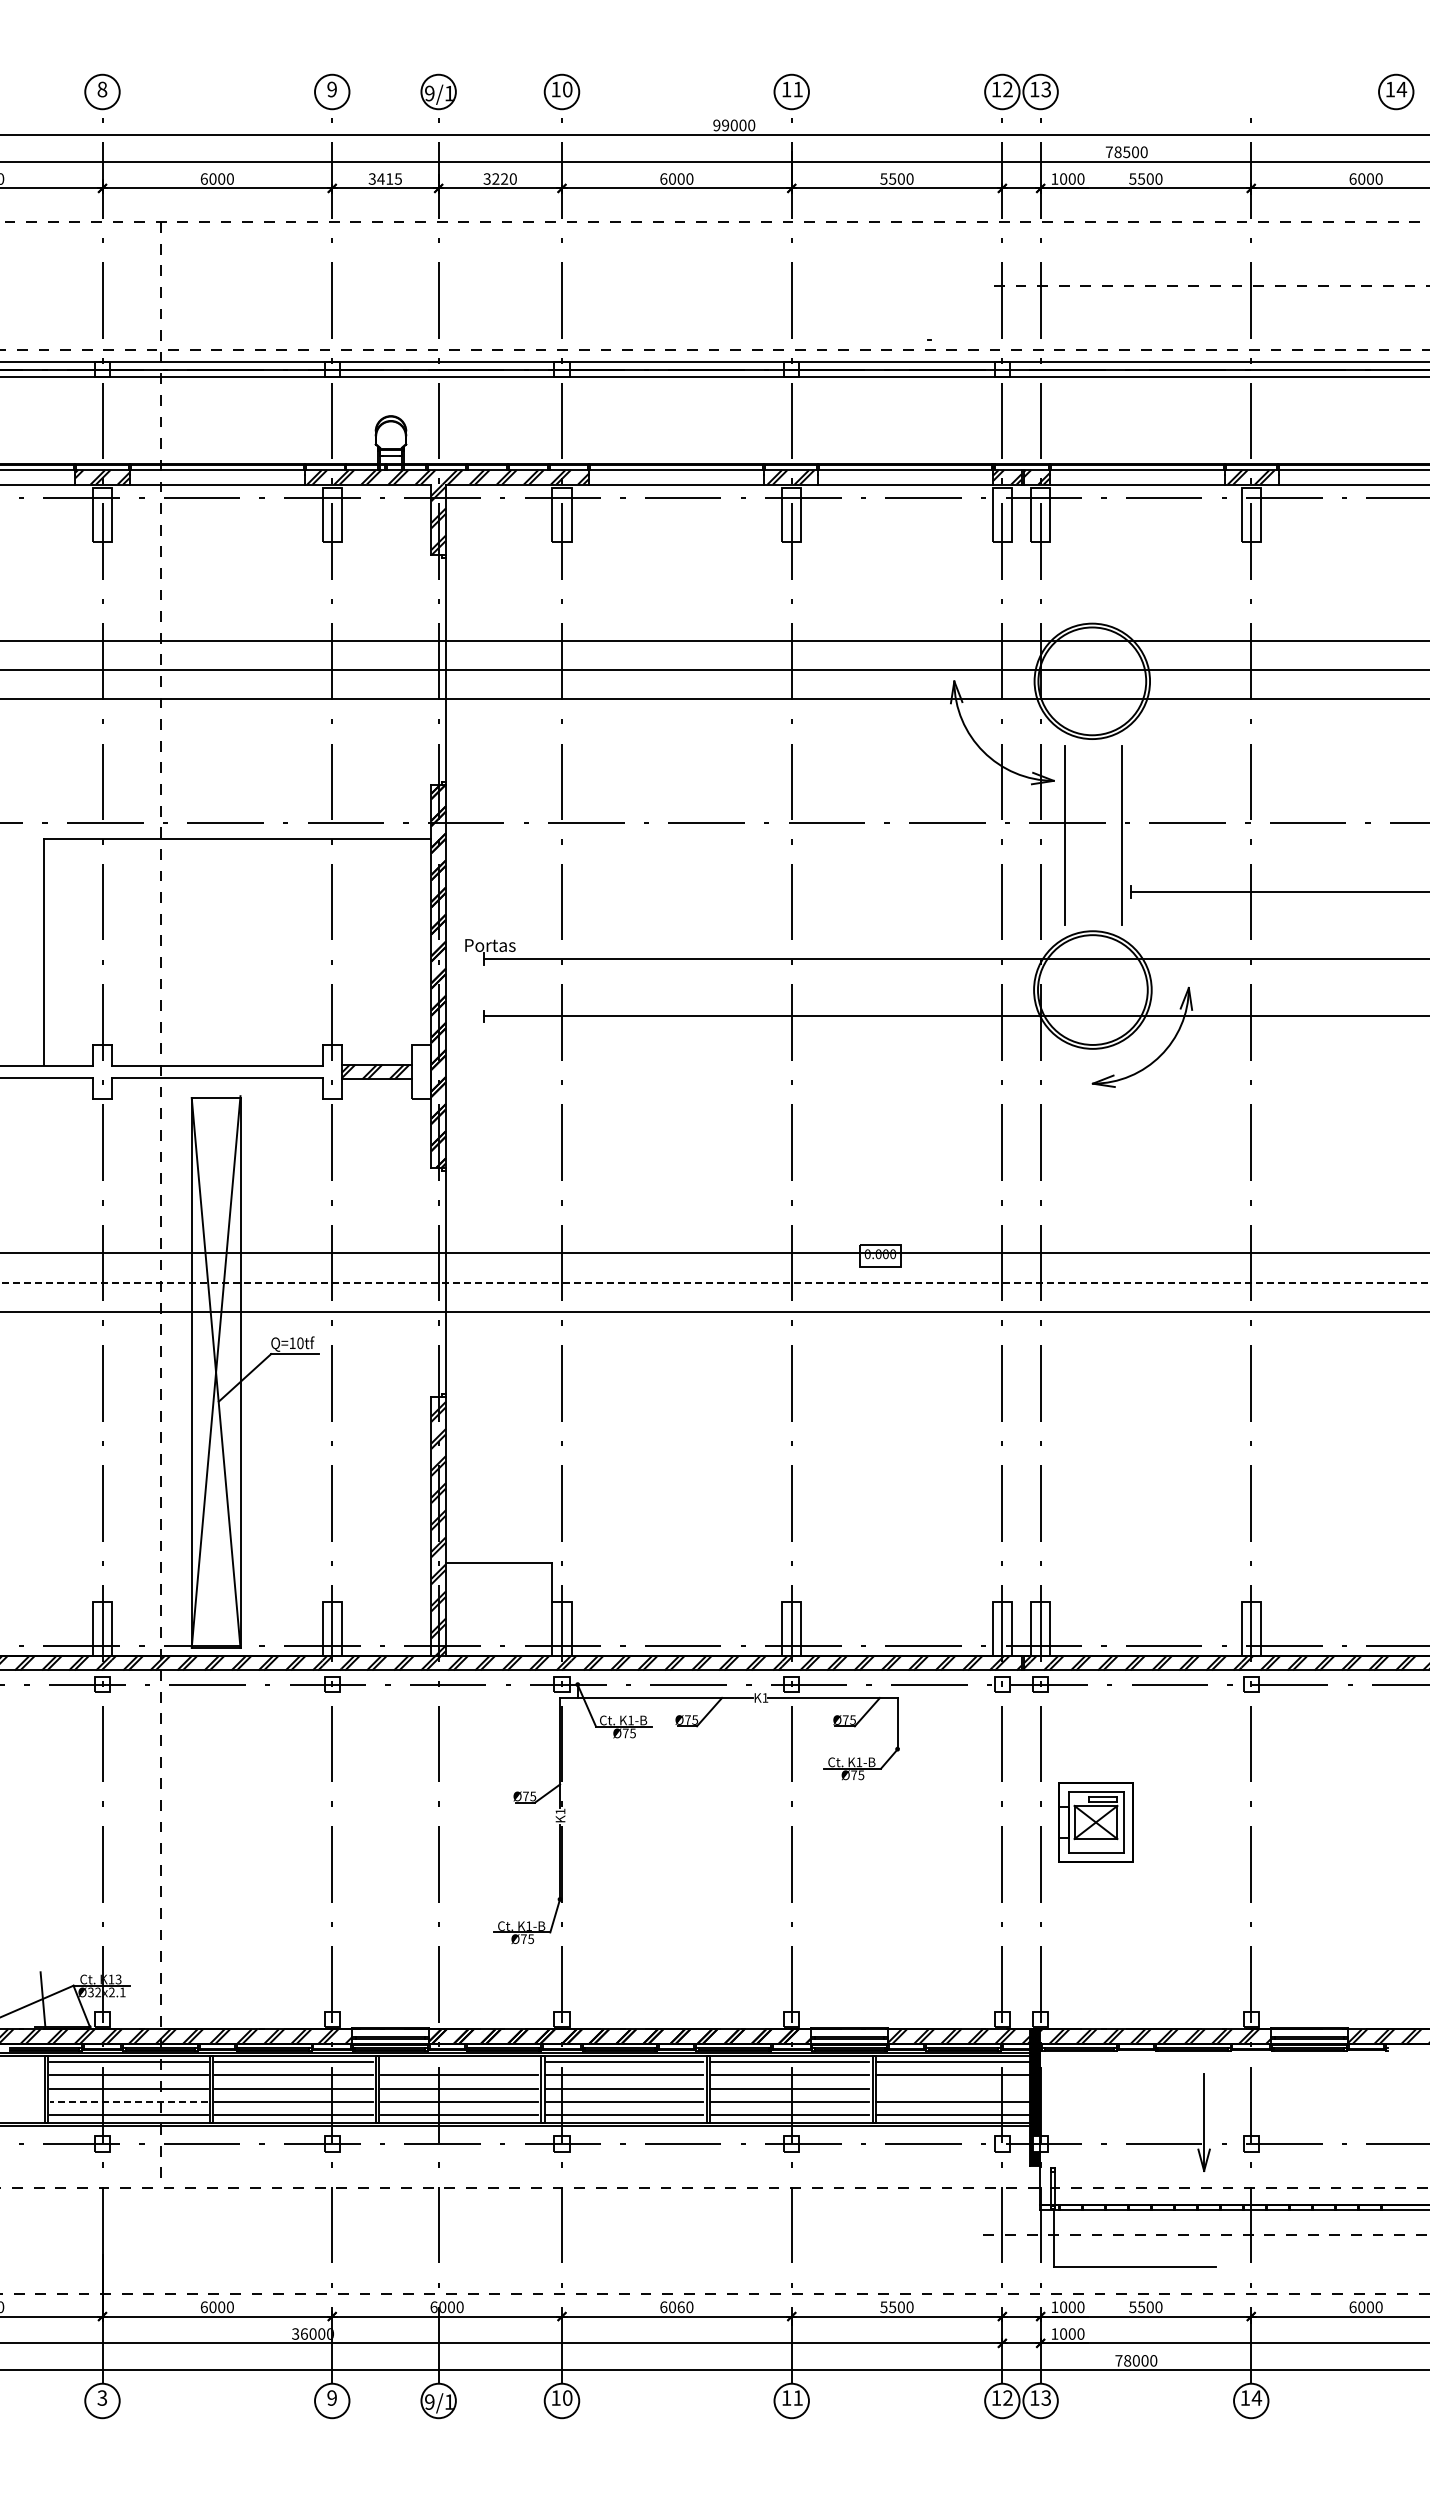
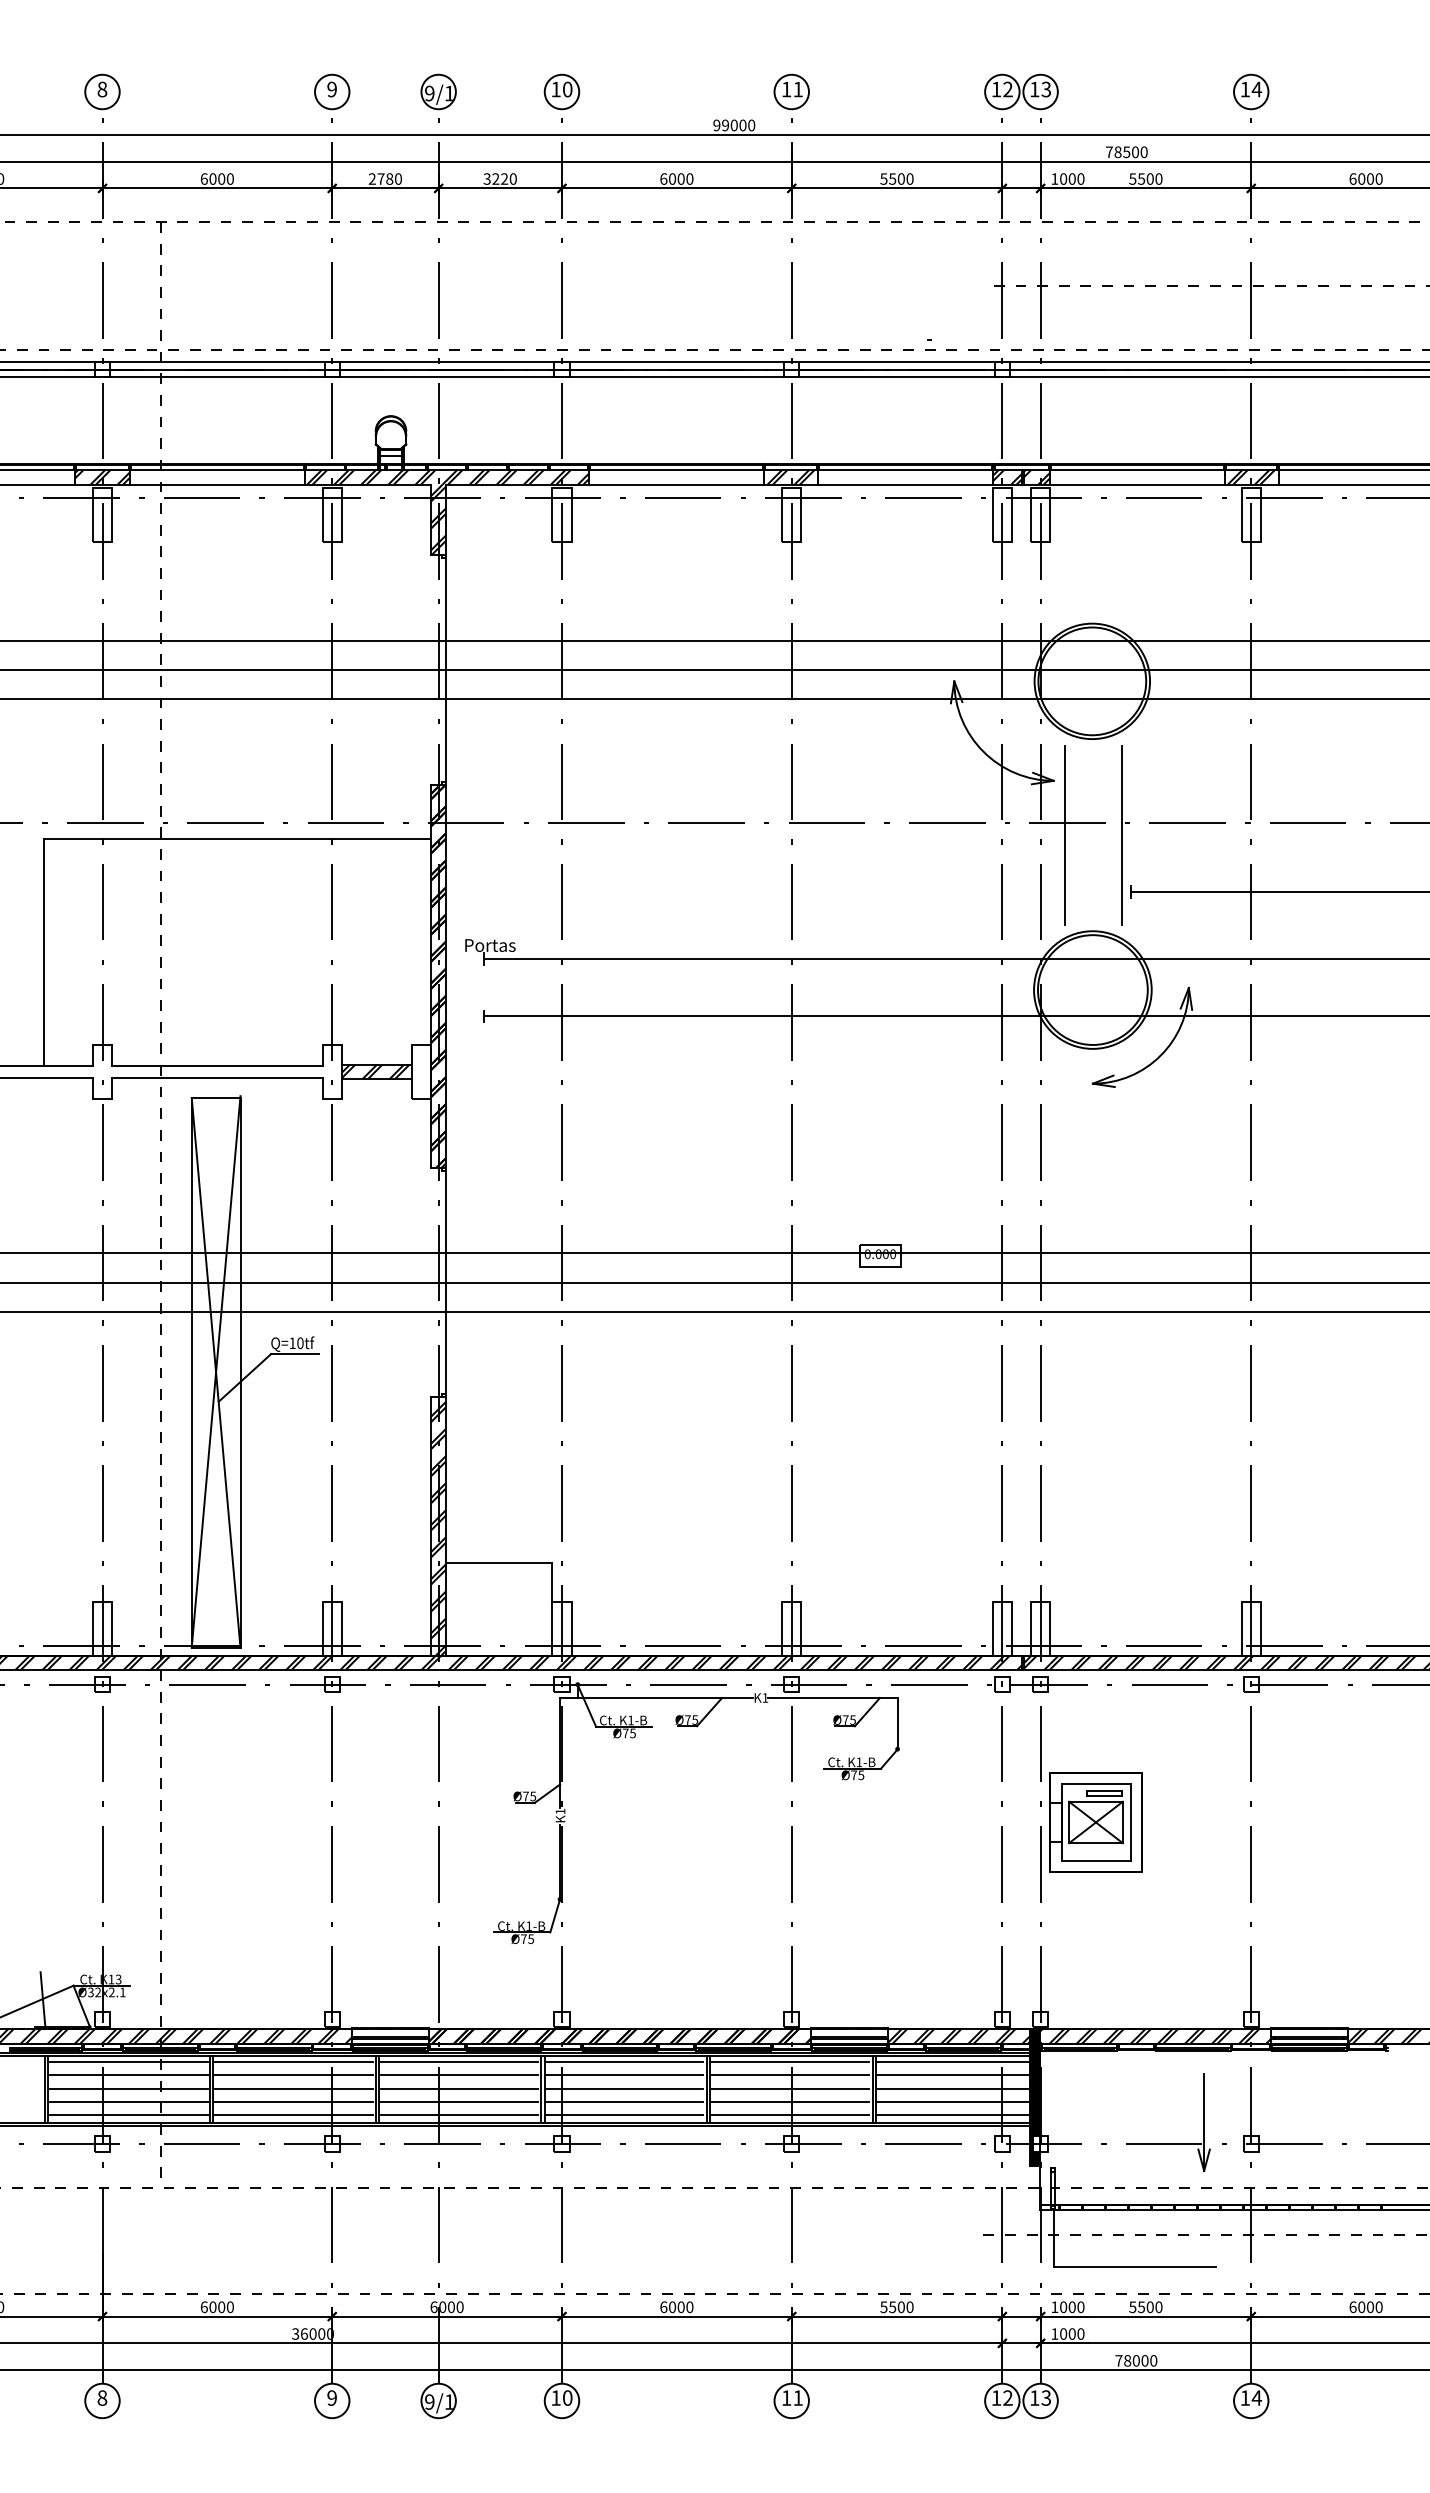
part at (1396, 91) position: (1396, 91) -> (1251, 91)
text at (384, 178): 3415 -> 2780
line at (715, 1282): dashed -> solid
part at (1095, 1822) size: 76x81 px -> 94x101 px
line at (459, 2062): none -> present
line at (954, 2088): none -> present
line at (128, 2101): dashed -> solid
text at (680, 2306): 6060 -> 6000
text at (102, 2397): 3 -> 8
